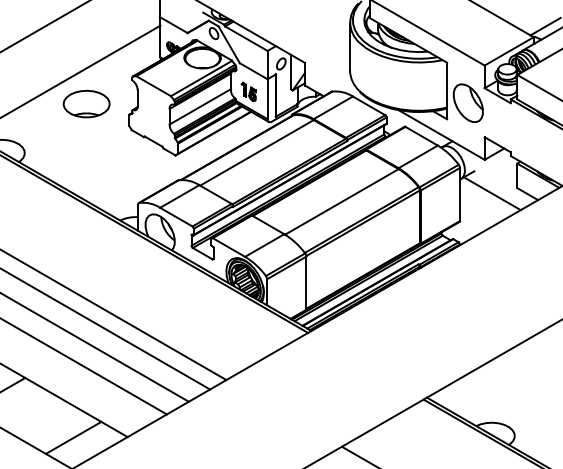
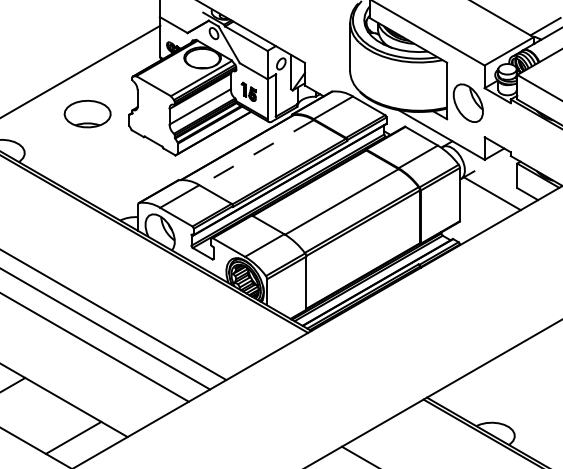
line at (44, 26): present -> none
part at (86, 103) position: (86, 103) -> (87, 113)
line at (256, 152): solid -> dashed
line at (84, 366): present -> none
